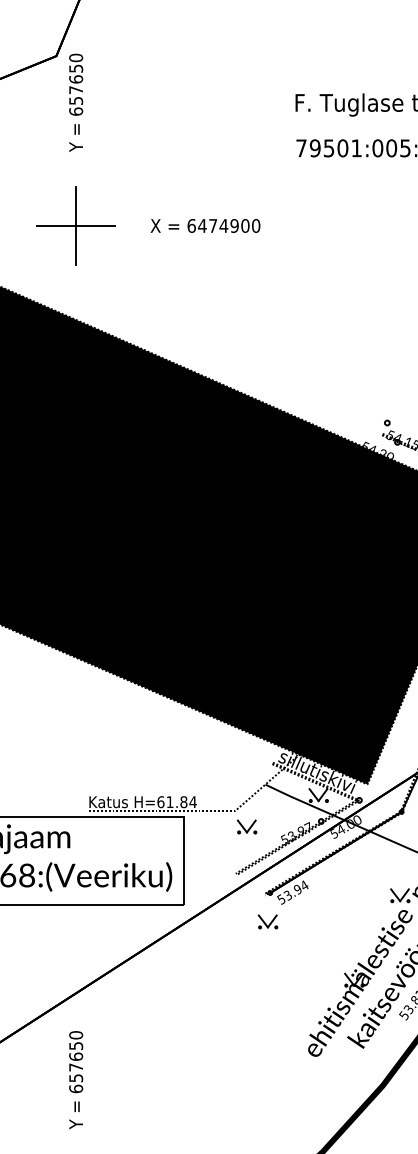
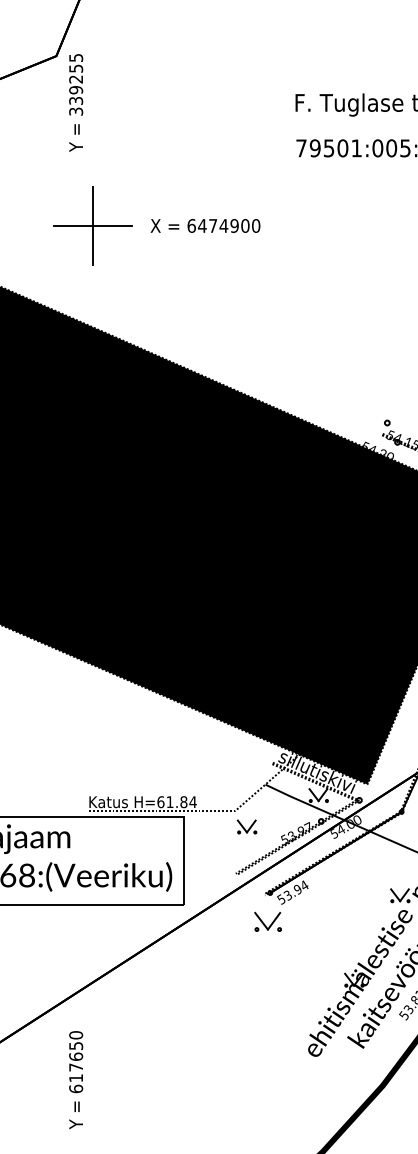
text at (76, 84): 657650 -> 339255
part at (75, 225) position: (75, 225) -> (92, 225)
part at (267, 921) size: 22x16 px -> 28x21 px
text at (76, 1078): 657650 -> 617650
